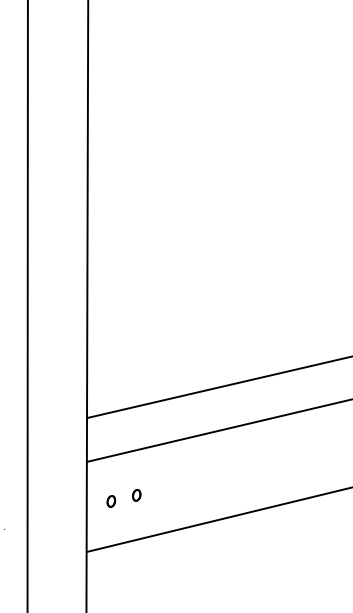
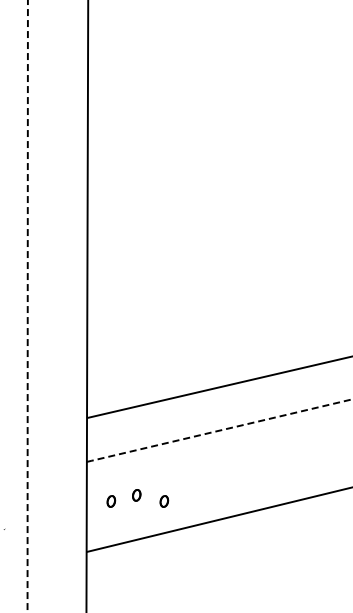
line at (27, 306): solid -> dashed
line at (219, 430): solid -> dashed
part at (164, 501): none -> present
